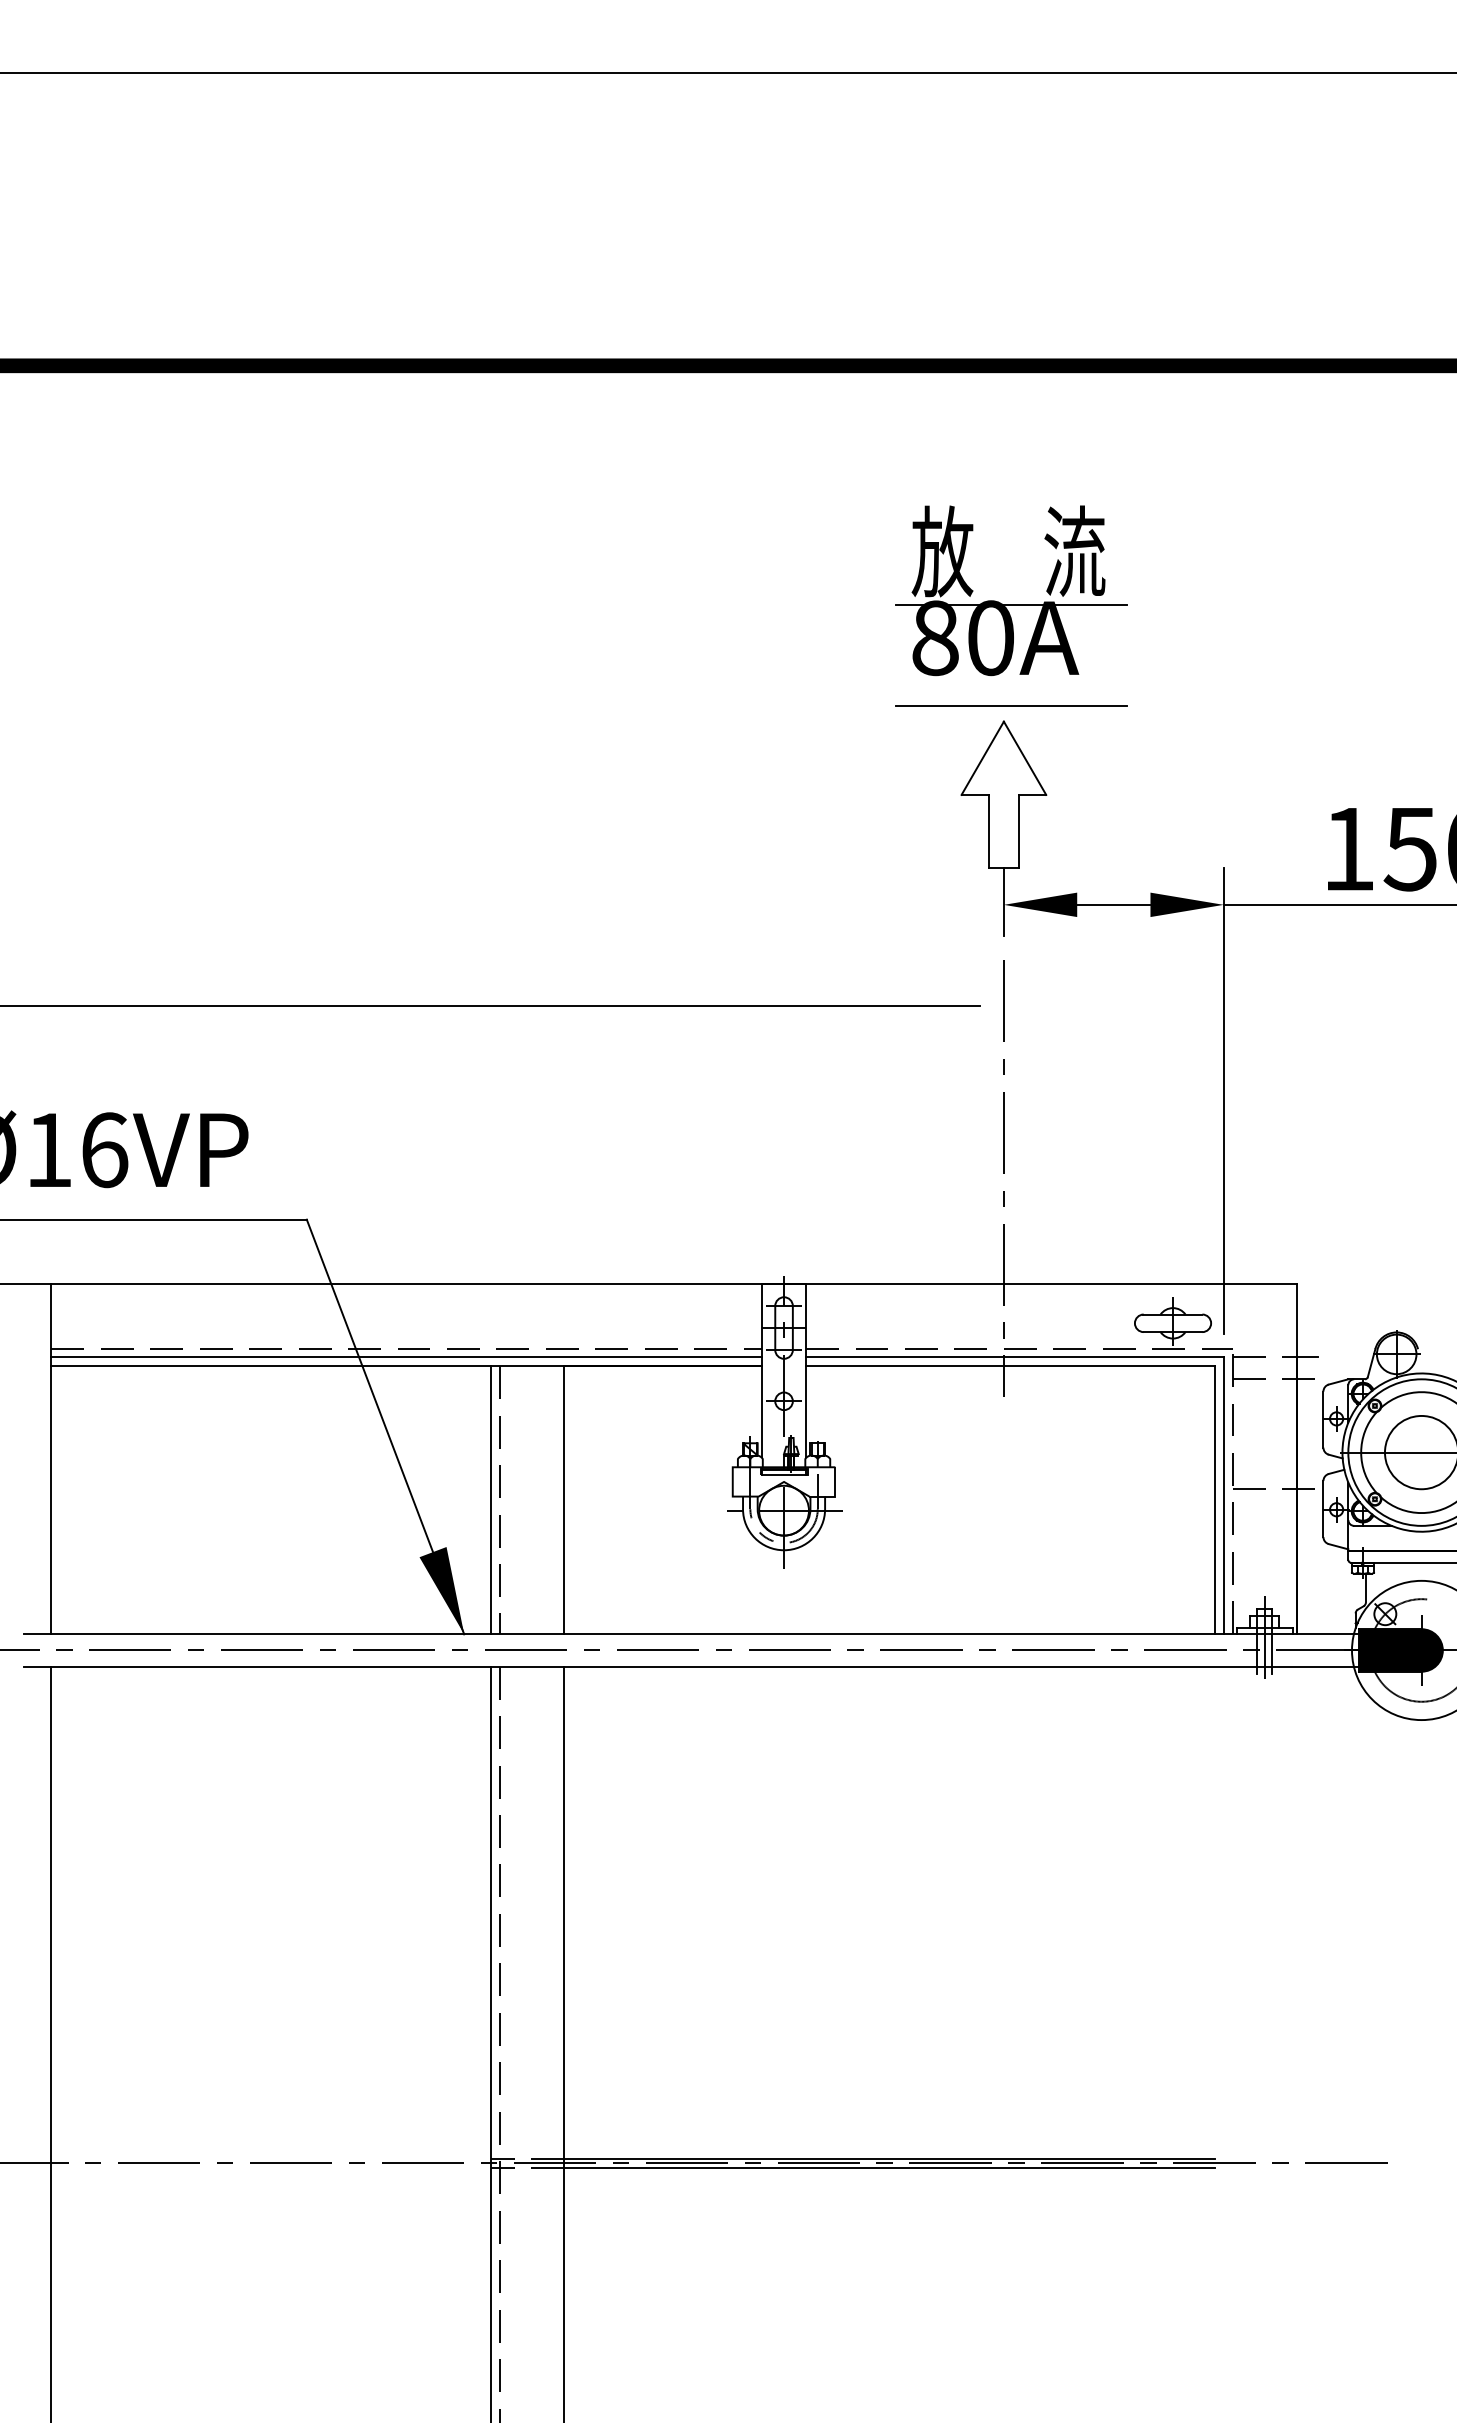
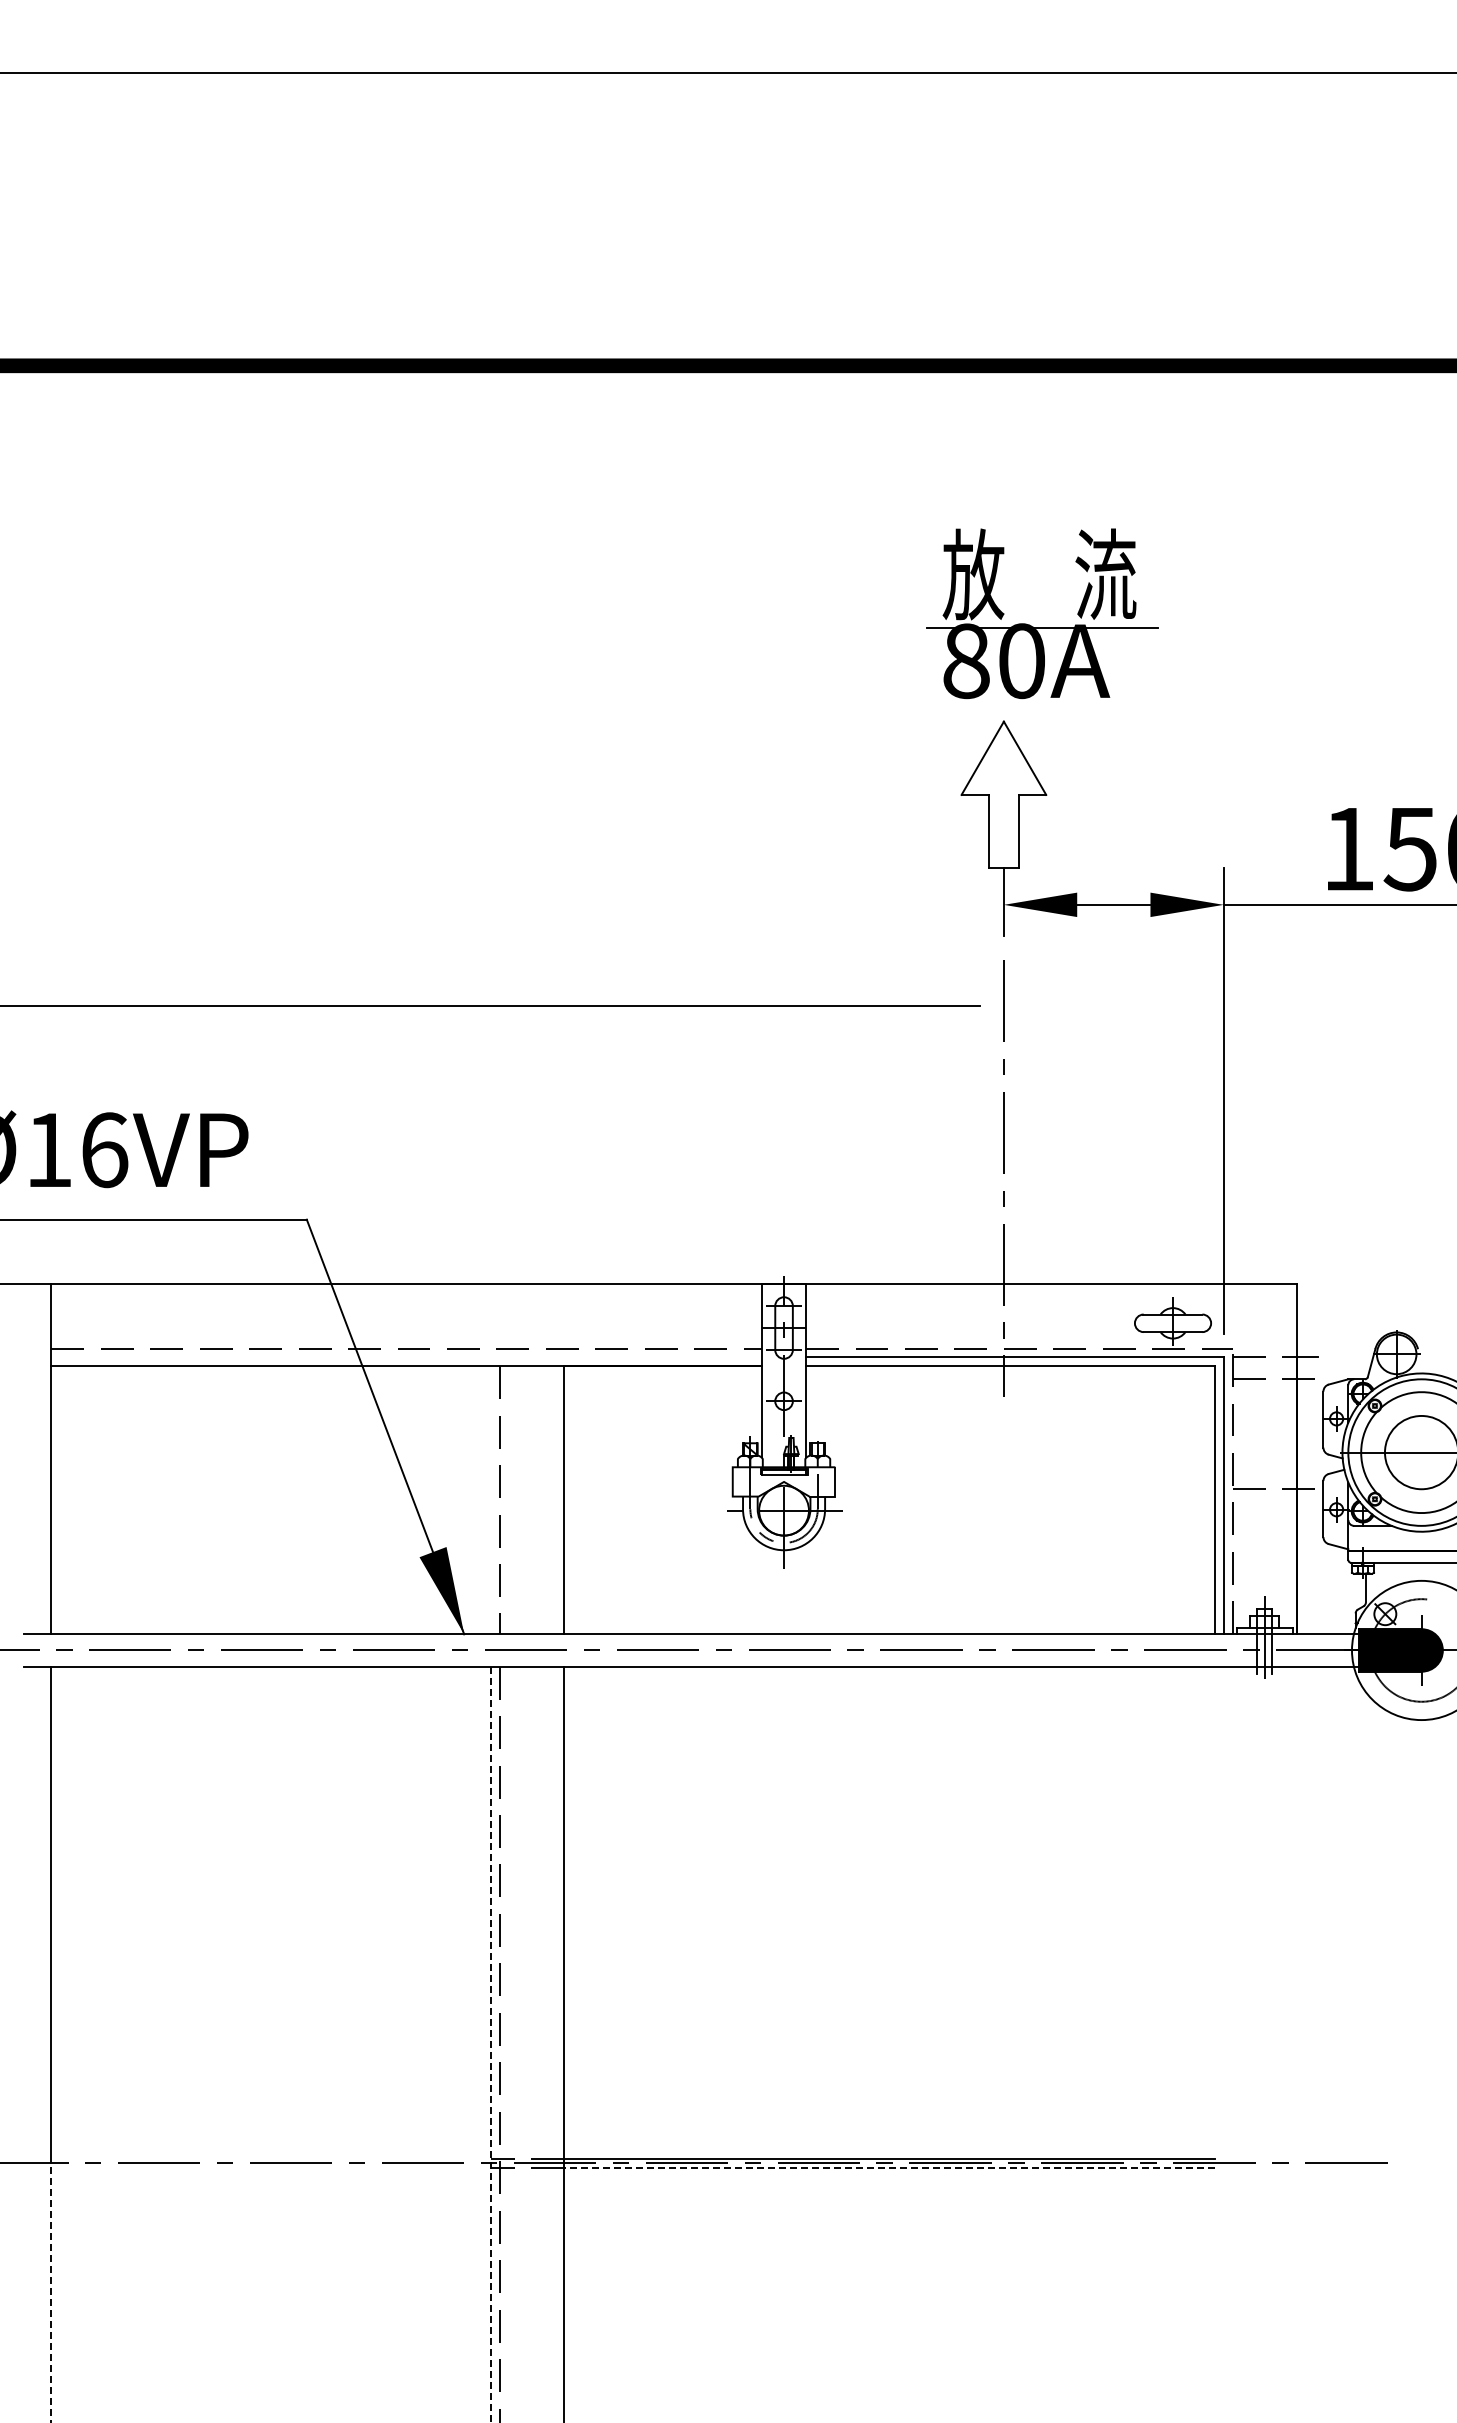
part at (1011, 604) position: (1011, 604) -> (1042, 627)
line at (1010, 705): present -> none
line at (406, 1357): present -> none
line at (490, 1500): present -> none
line at (490, 2044): solid -> dashed
line at (889, 2167): solid -> dashed
line at (51, 2292): solid -> dashed
